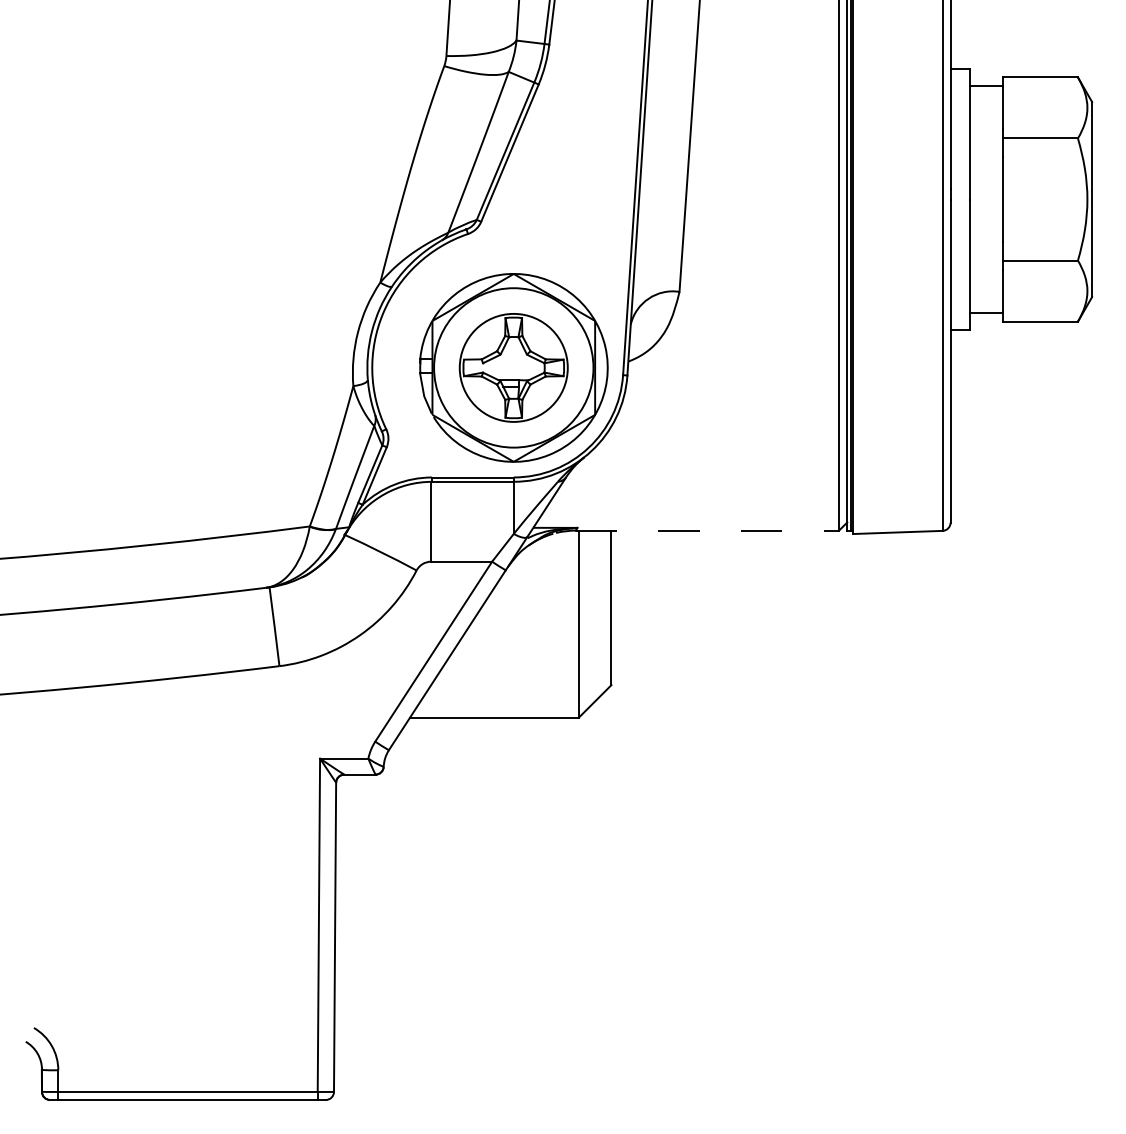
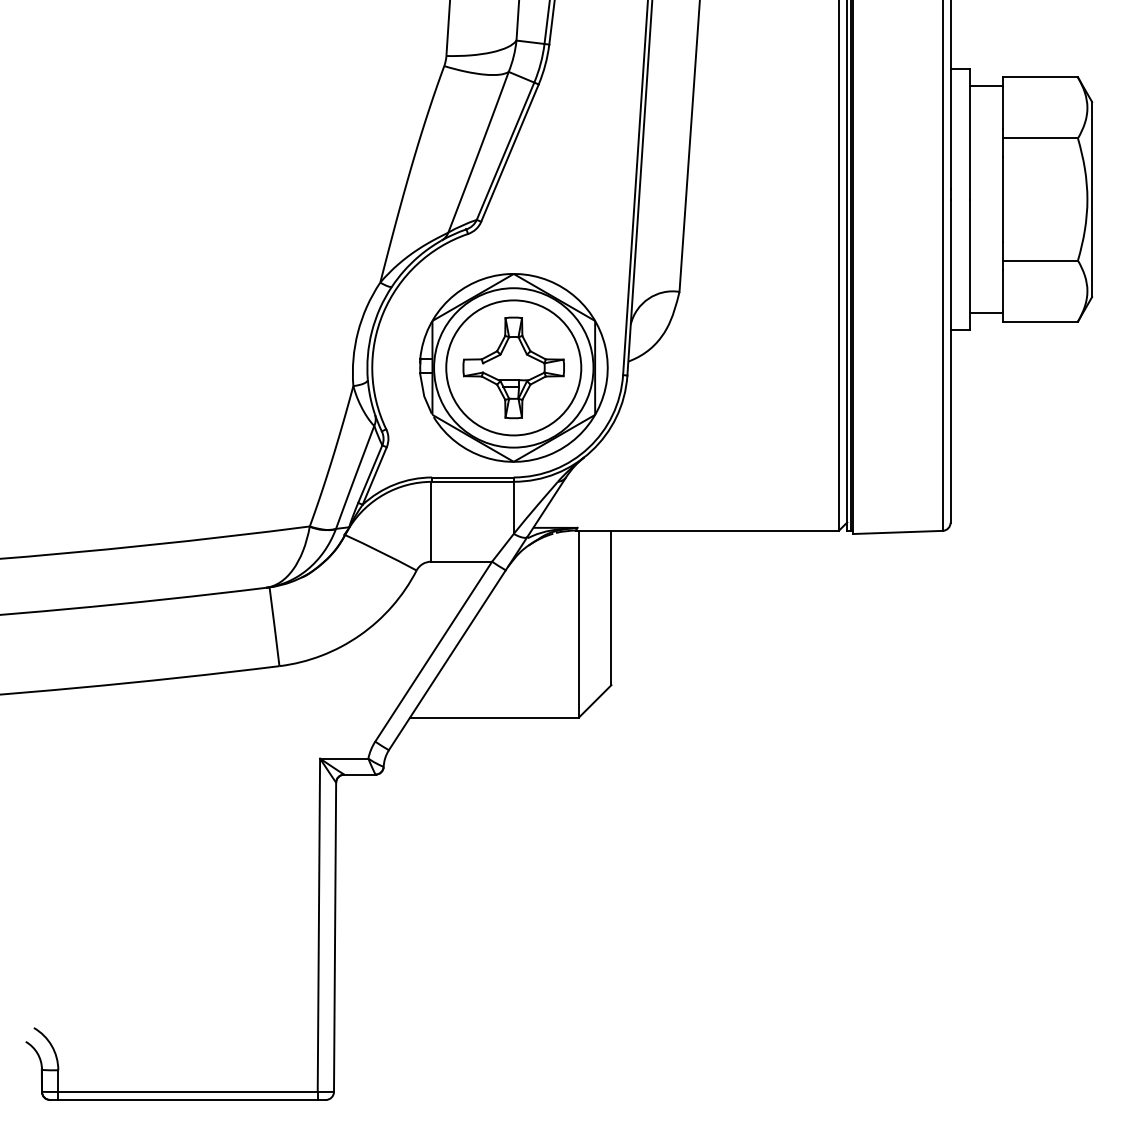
circle at (513, 367) diameter: 108 px -> 135 px
line at (707, 530): dashed -> solid
